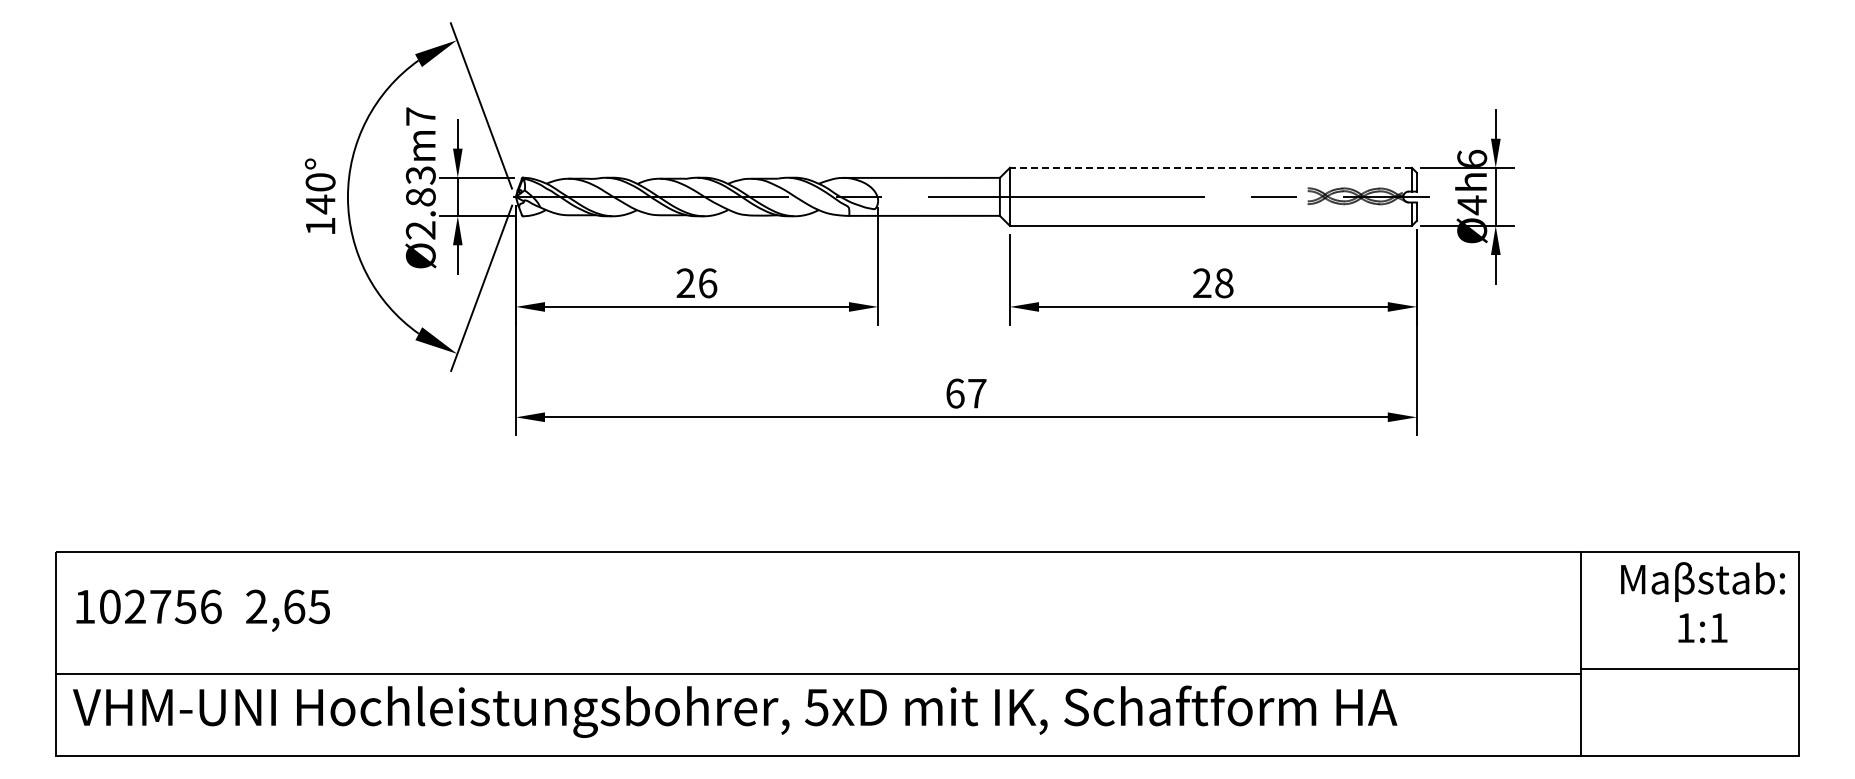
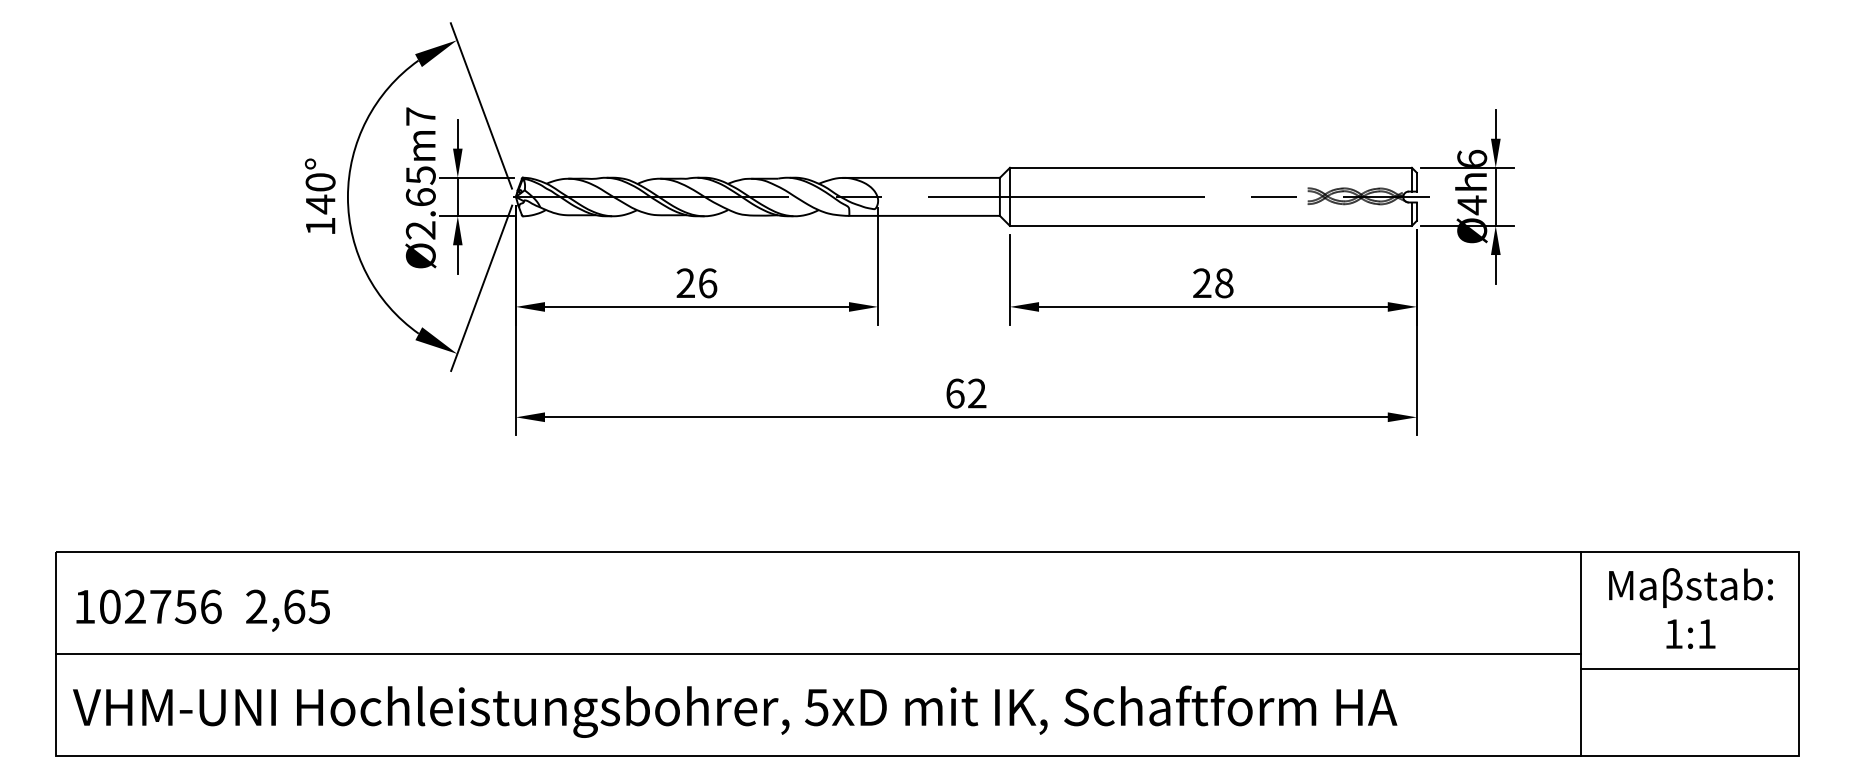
line at (1210, 167): dashed -> solid
text at (420, 186): Ø2.83m7 -> Ø2.65m7
text at (977, 393): 67 -> 62
text at (1702, 602) position: (1702, 602) -> (1690, 608)
line at (818, 673) position: (818, 673) -> (818, 653)
